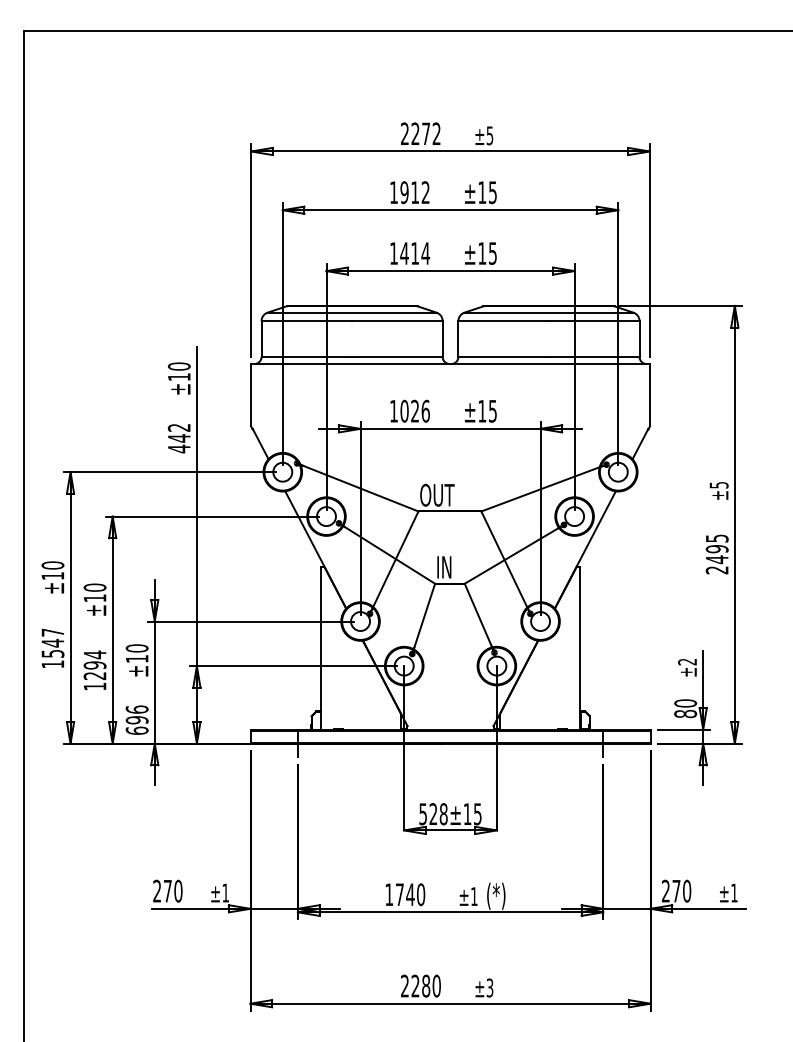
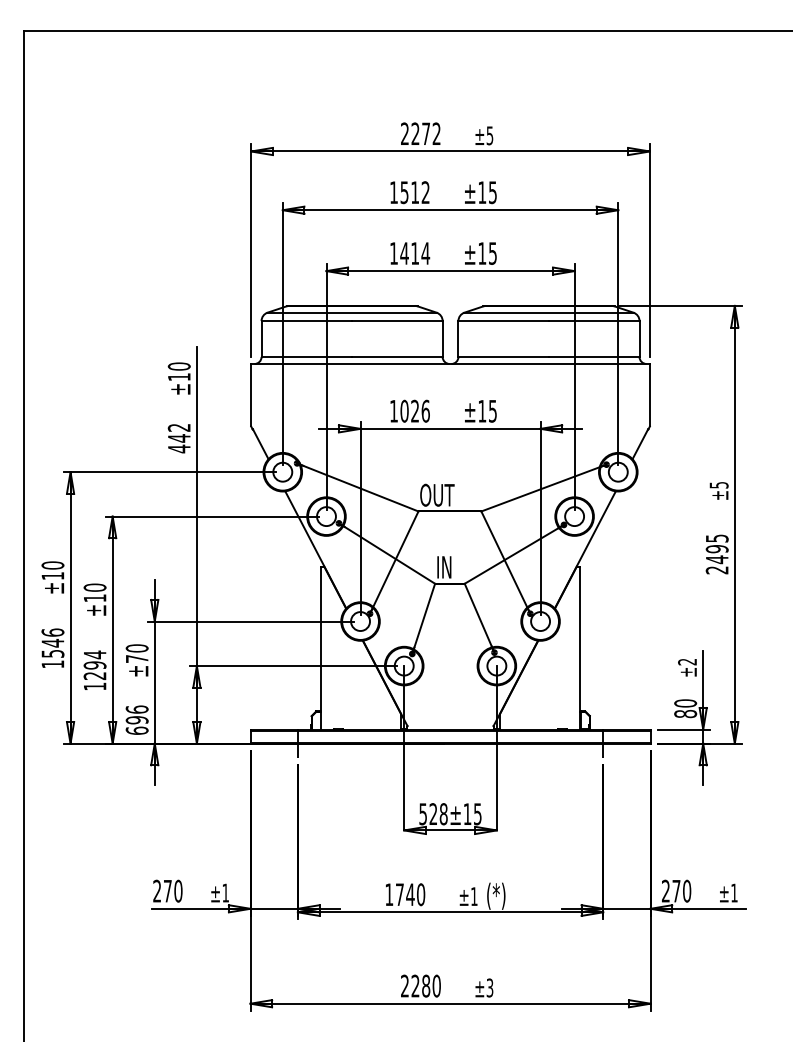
text at (404, 192): 1912 -> 1512
text at (52, 632): 1547 -> 1546
text at (137, 658): ±10 -> ±70
